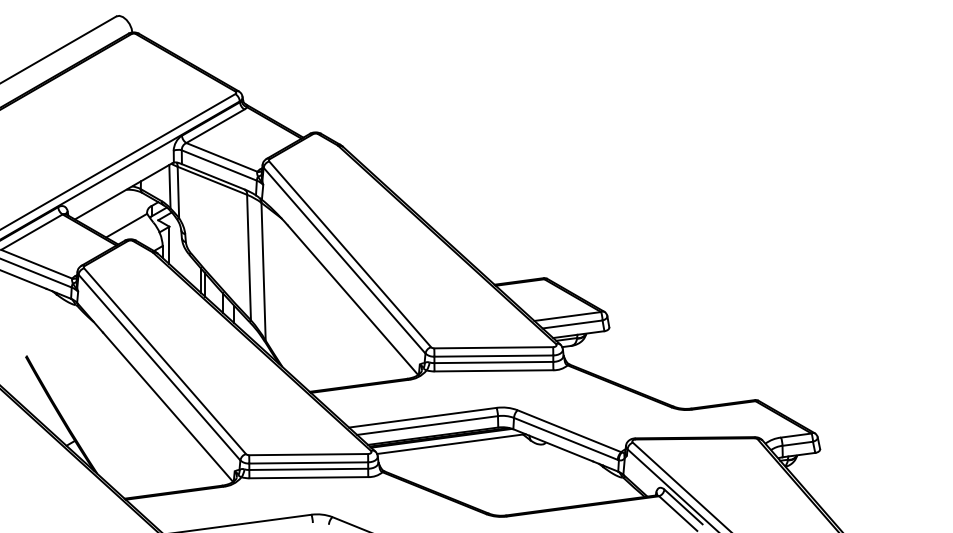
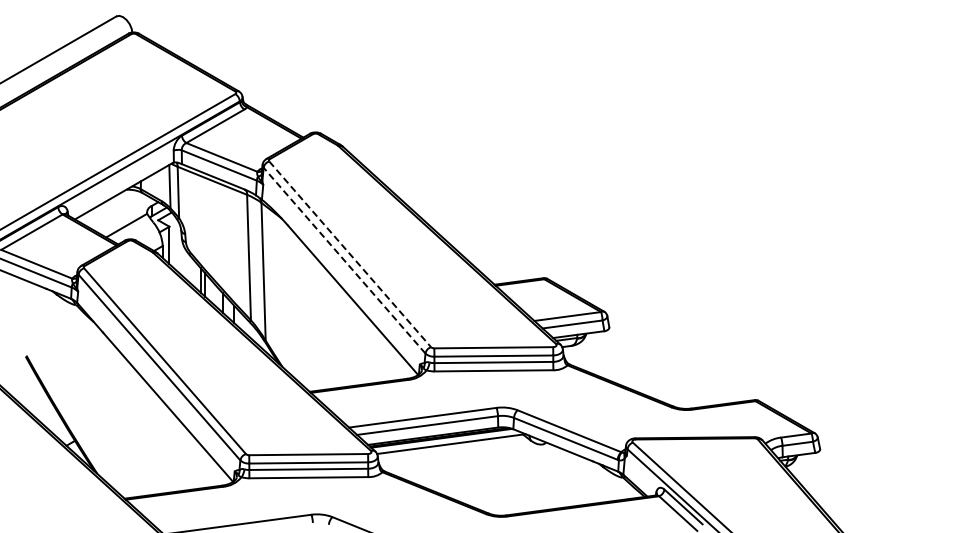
line at (350, 254): solid -> dashed
line at (344, 260): solid -> dashed
